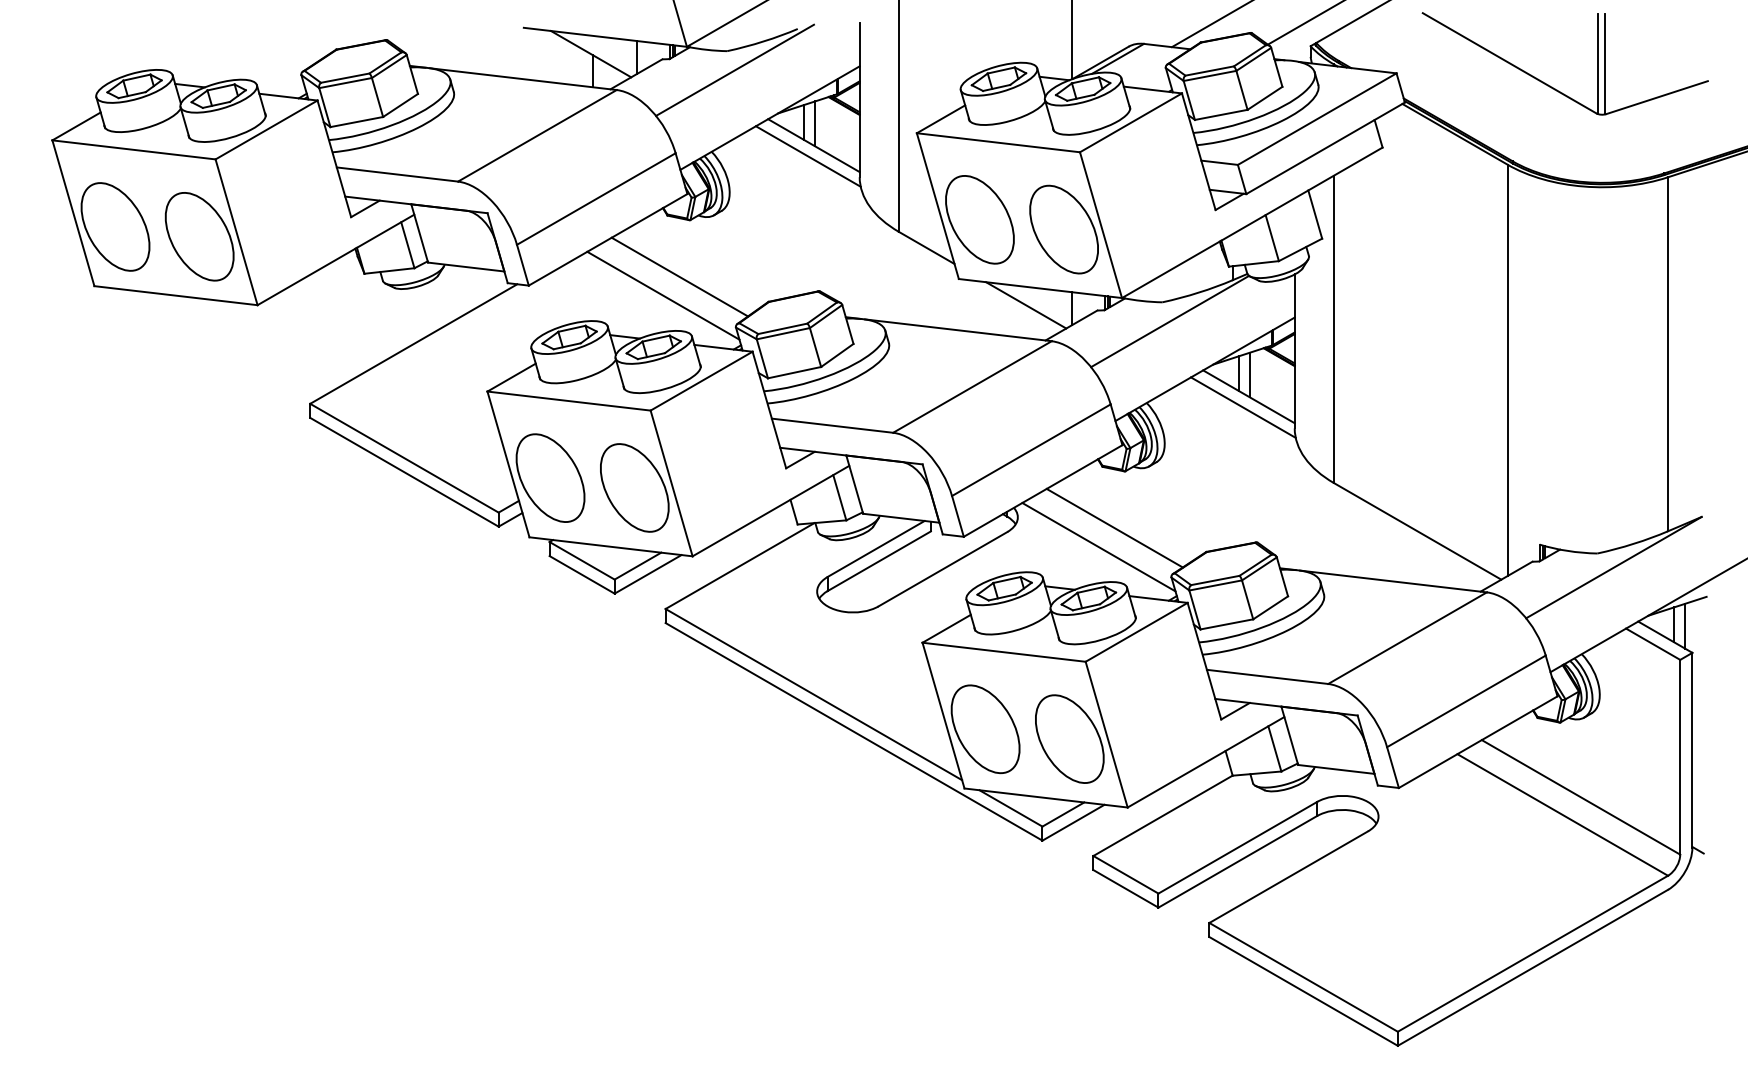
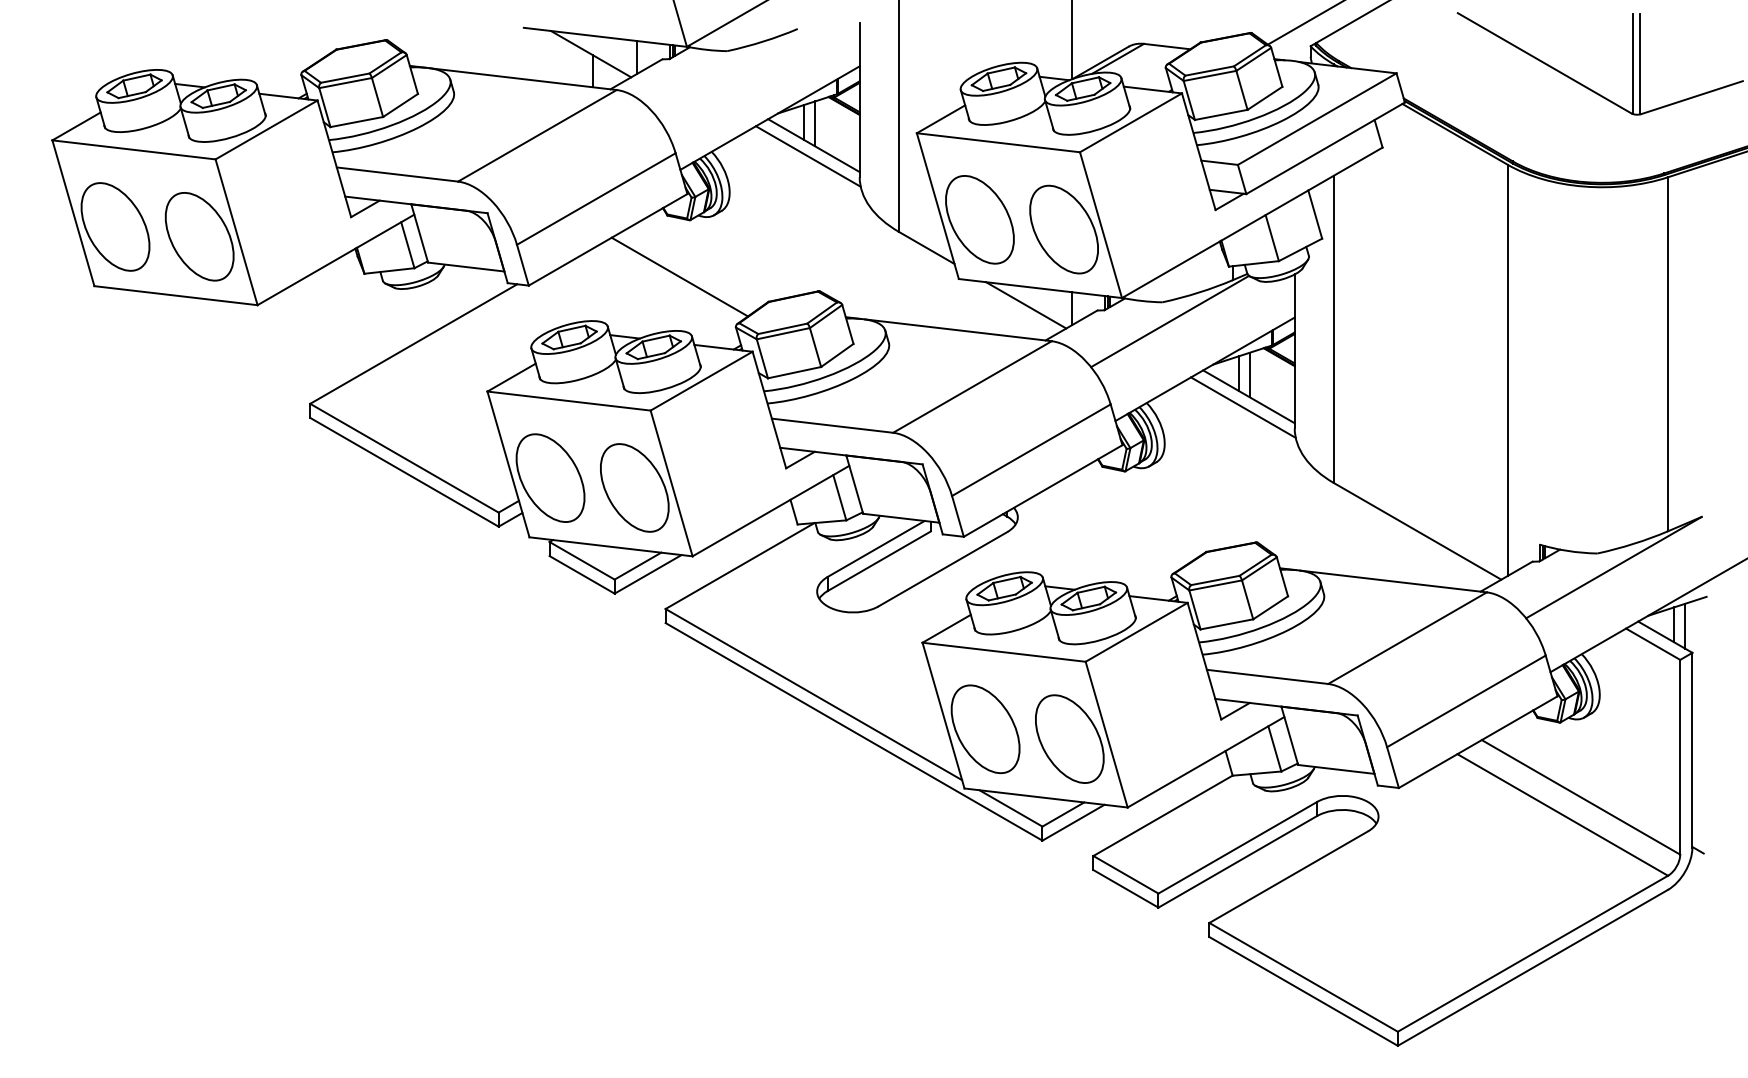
line at (1210, 24): present -> none
line at (735, 69): present -> none
part at (1552, 86) position: (1552, 86) -> (1587, 86)
line at (663, 295): present -> none
line at (1114, 527): present -> none
line at (1098, 547): present -> none
